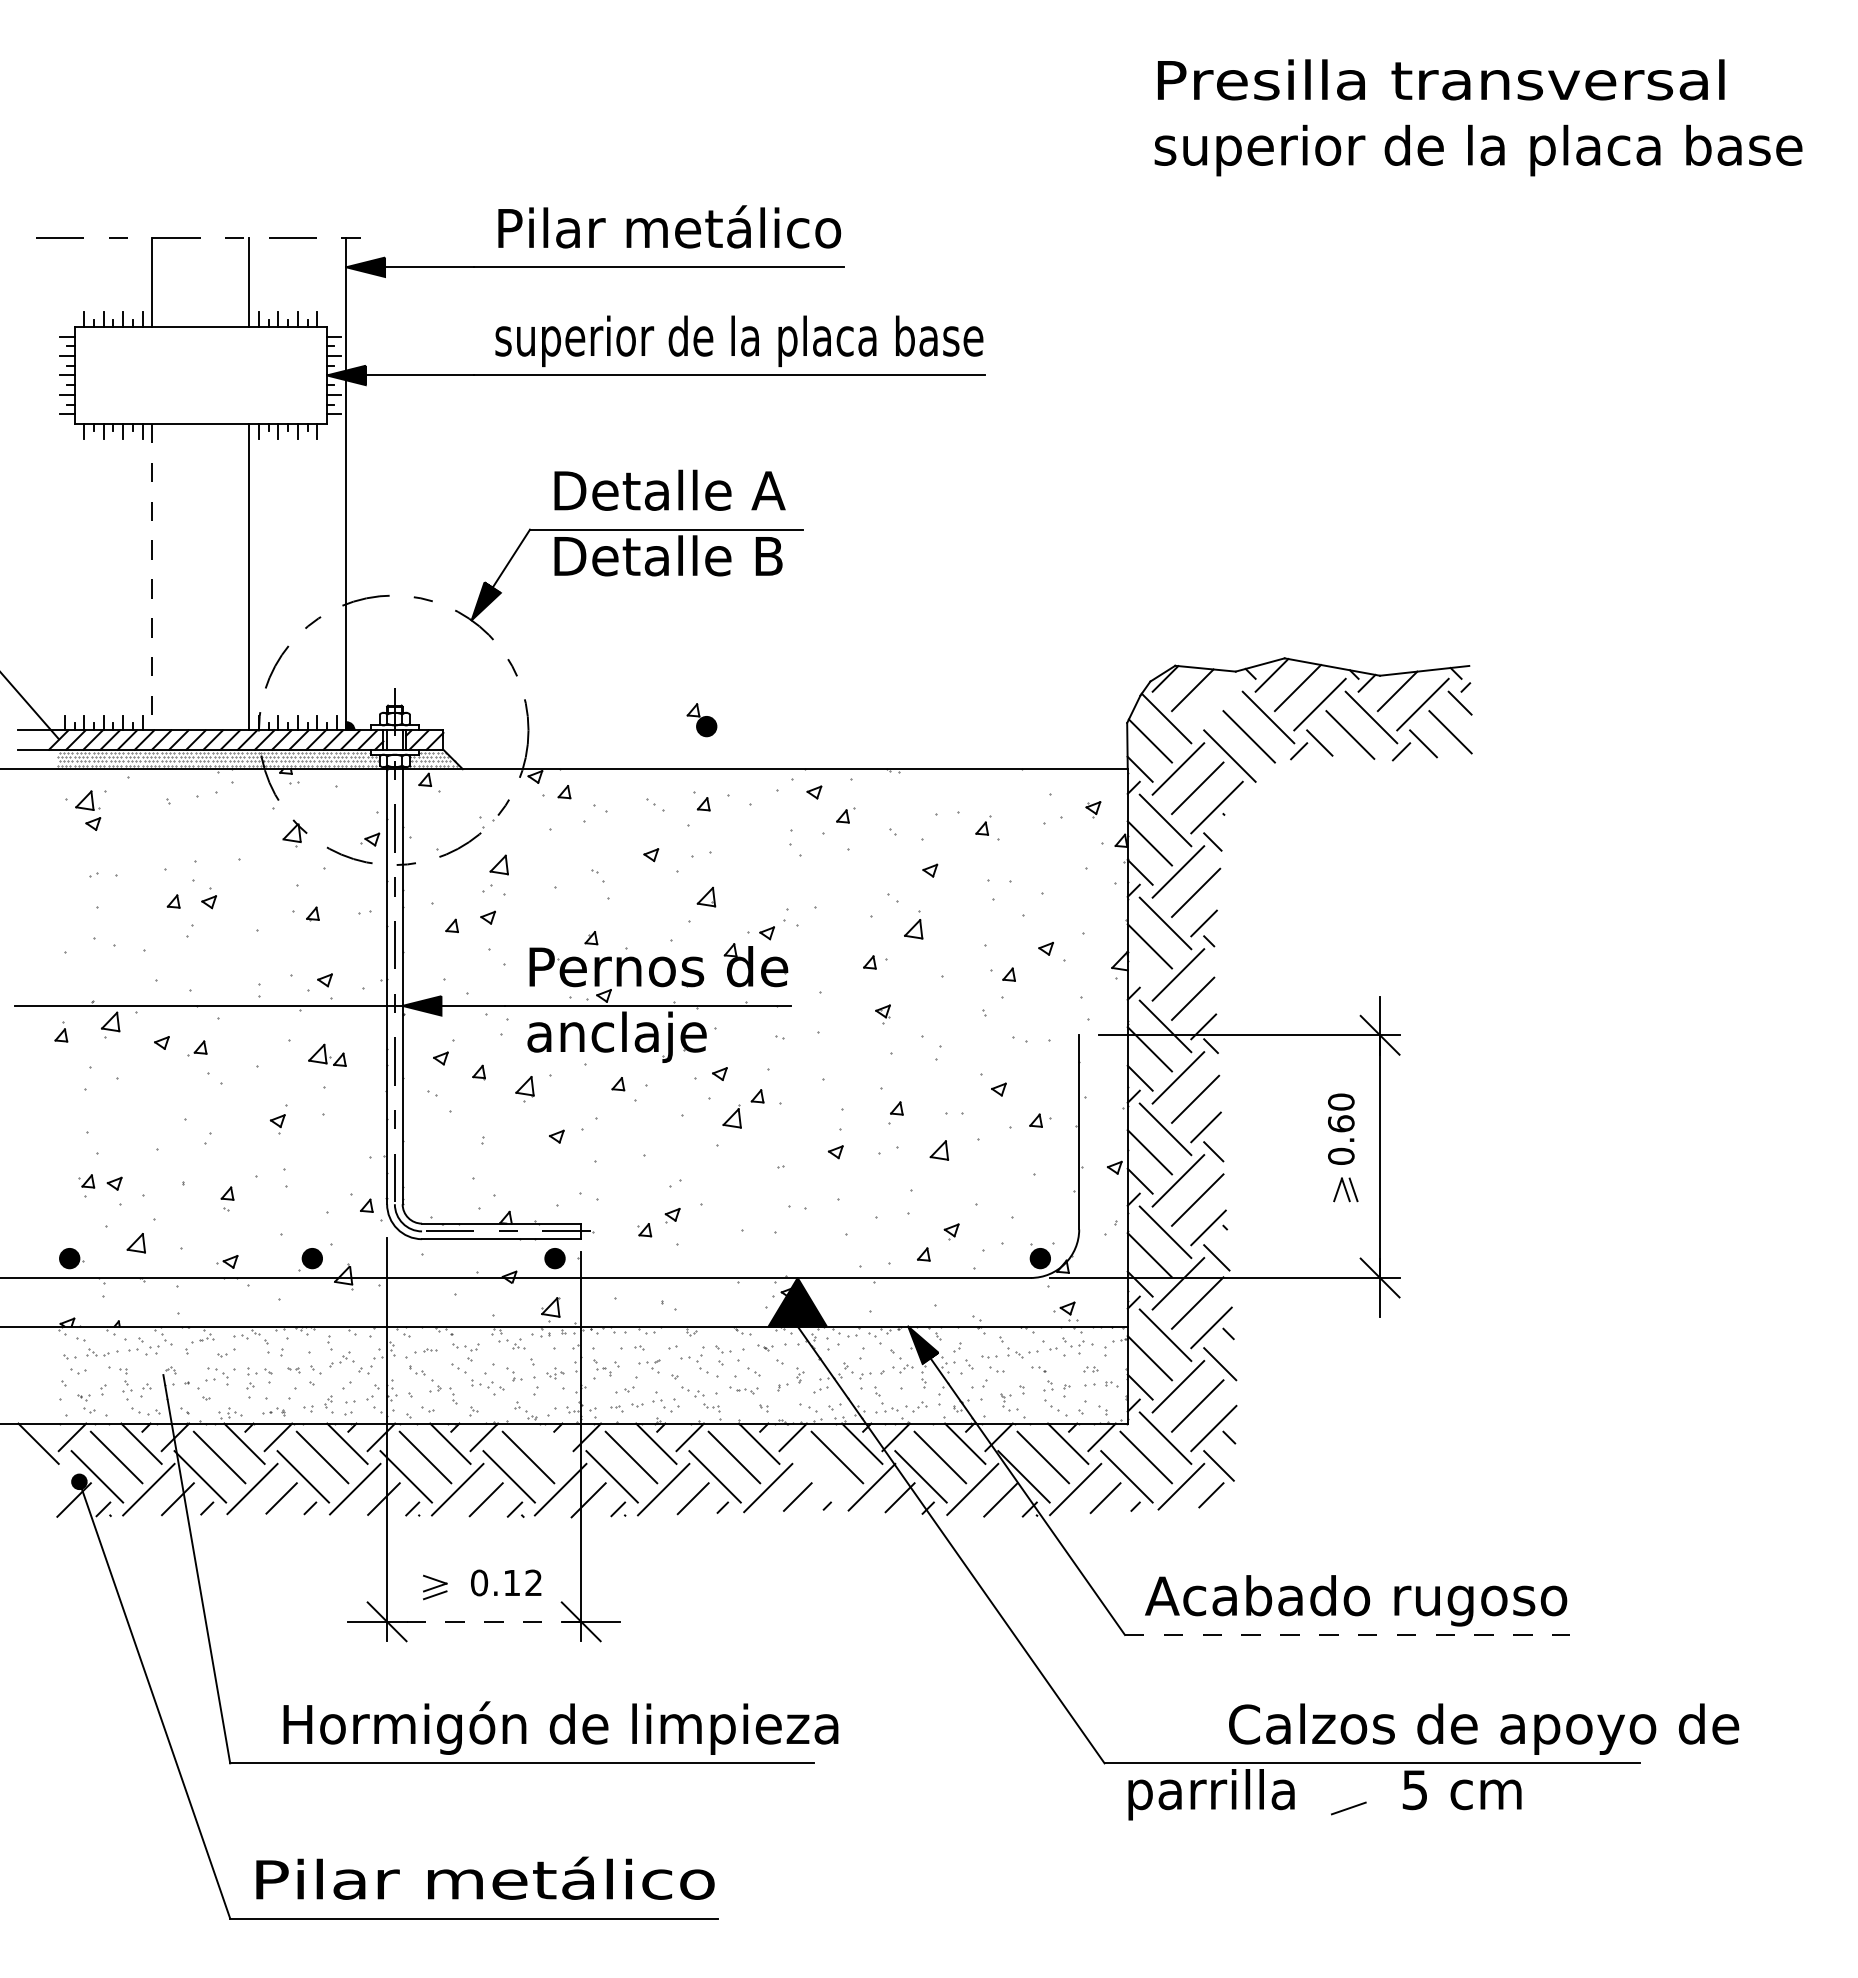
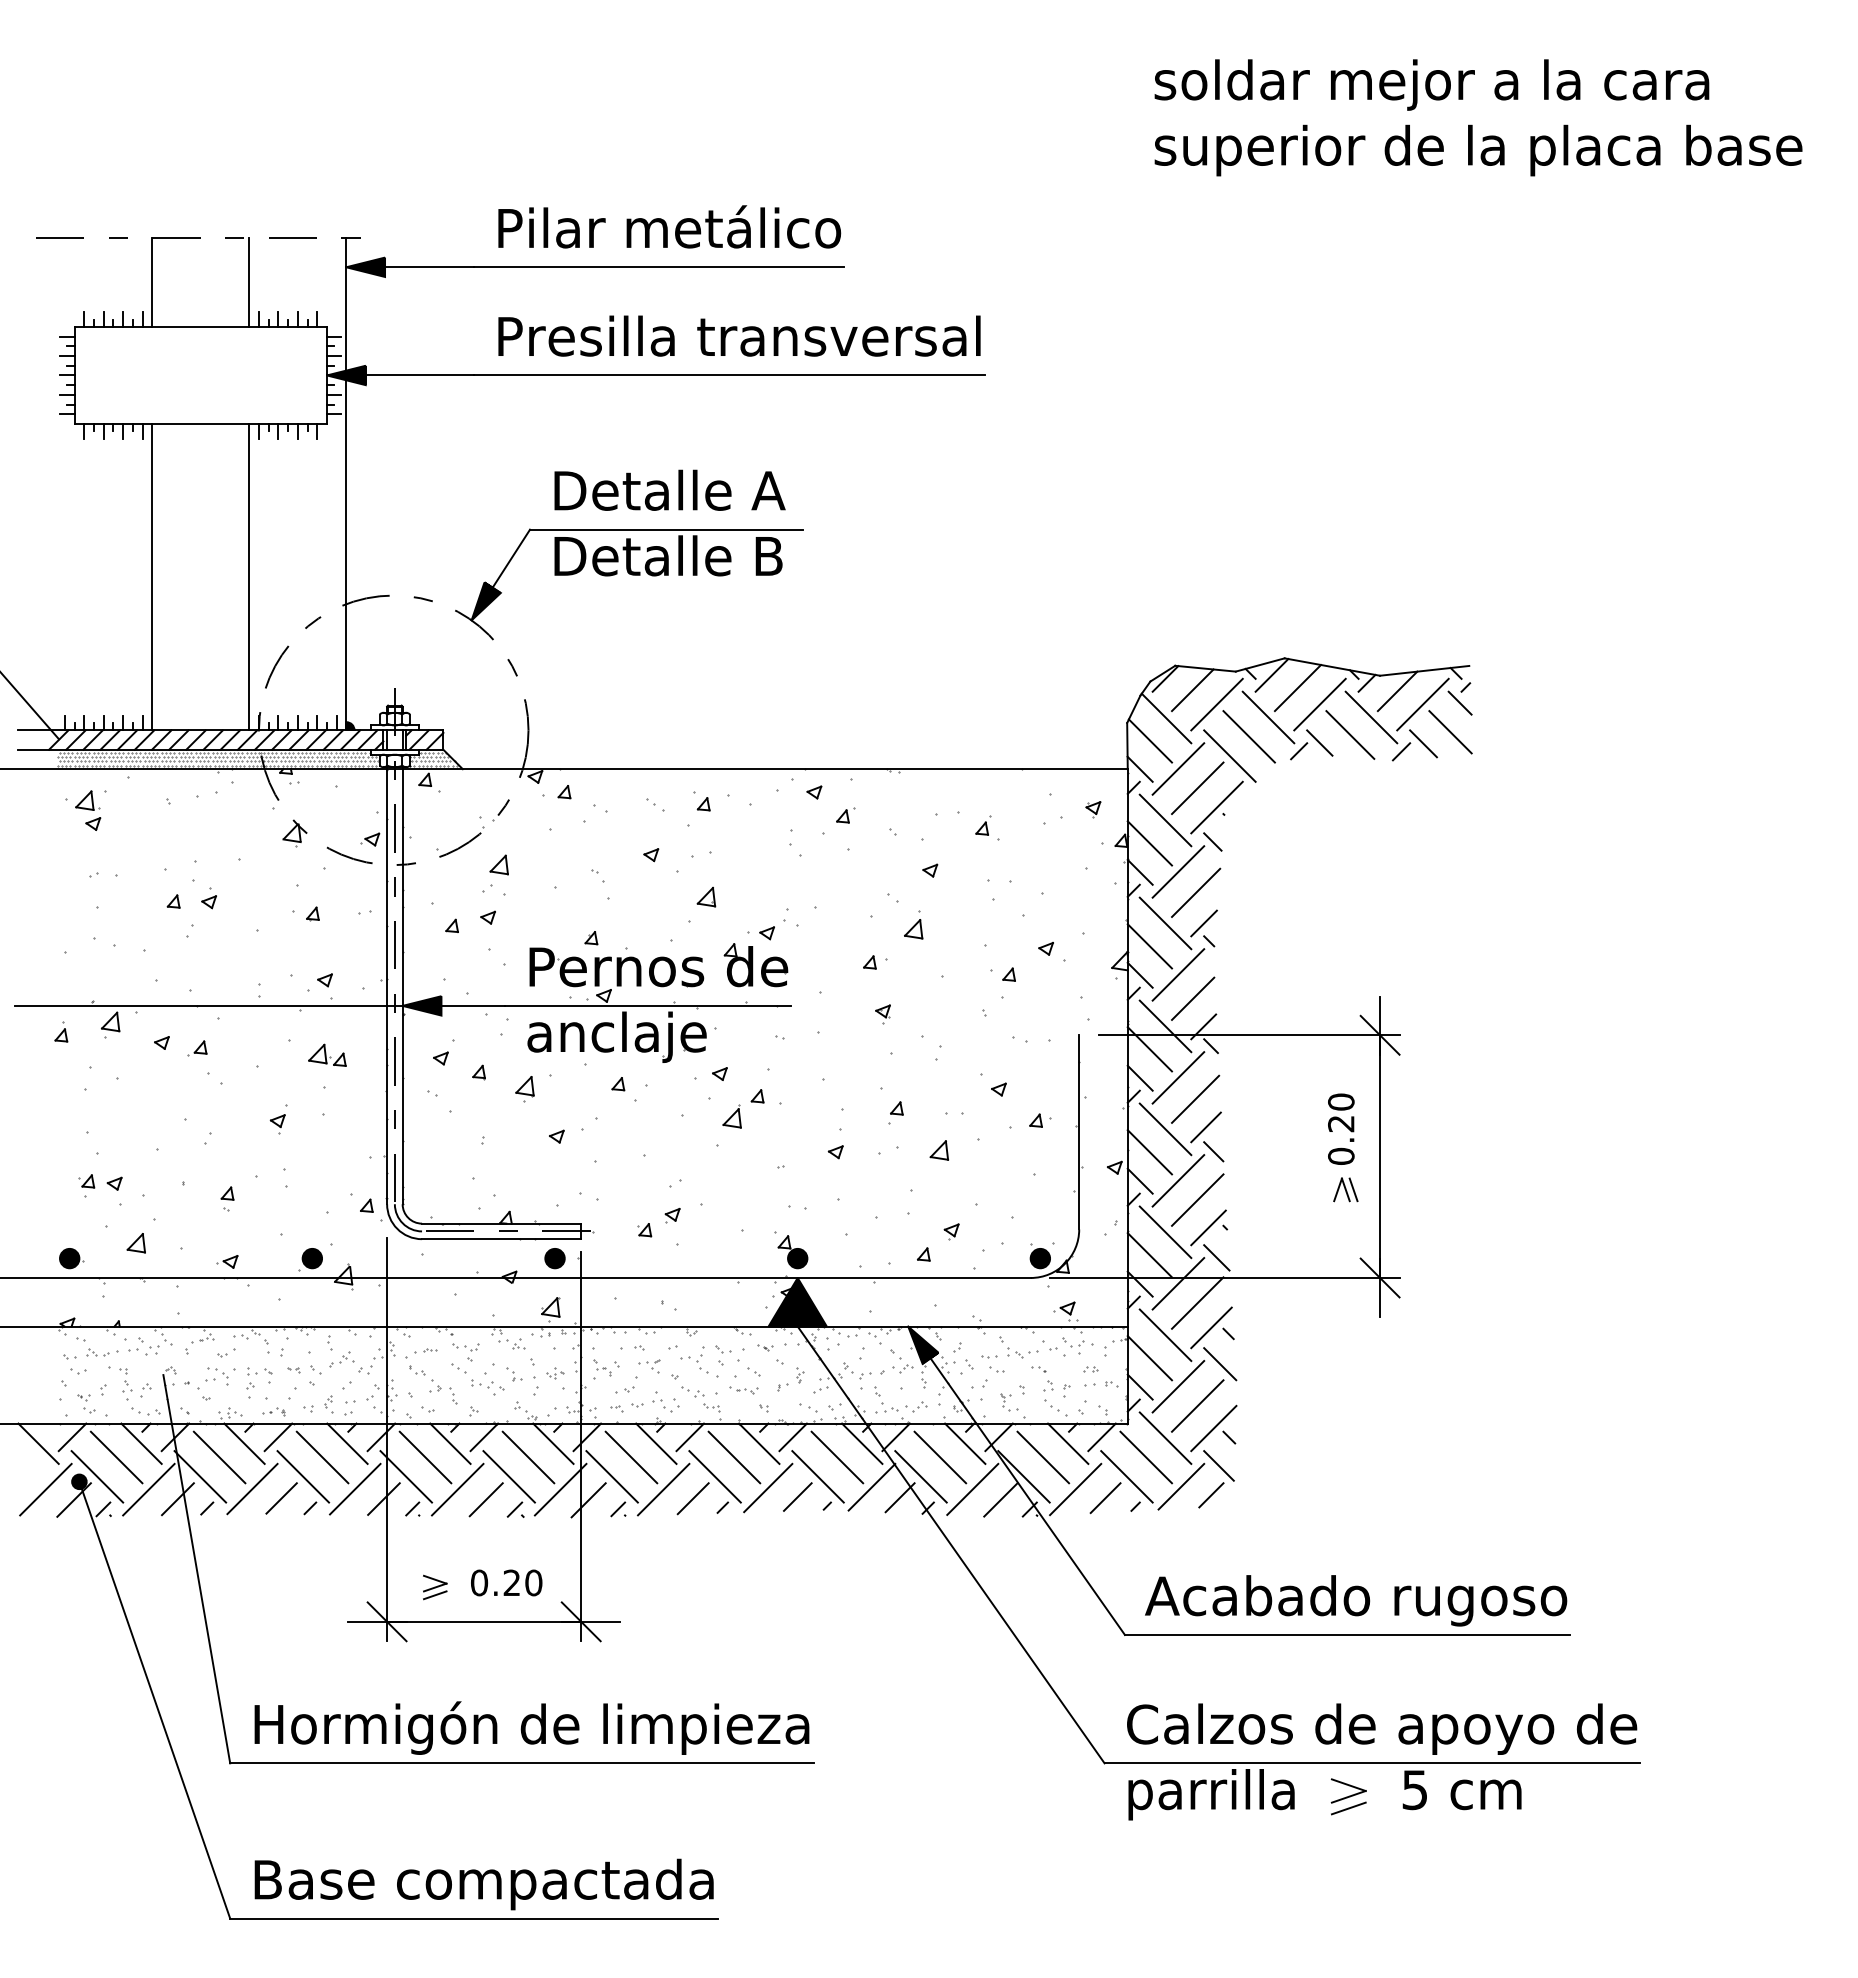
text at (1439, 84): Presilla transversal -> soldar mejor a la cara
text at (739, 341): superior de la placa base -> Presilla transversal
line at (152, 577): dashed -> solid
line at (1216, 704): none -> present
part at (701, 720) position: (701, 720) -> (792, 1252)
line at (1139, 974): none -> present
text at (1341, 1123): 0.60 -> 0.20
line at (553, 1443): none -> present
line at (817, 1476): none -> present
line at (45, 1489): none -> present
text at (522, 1582): 0.12 -> 0.20
line at (483, 1621): dashed -> solid
line at (1347, 1634): dashed -> solid
text at (560, 1727) position: (560, 1727) -> (531, 1727)
text at (1484, 1728) position: (1484, 1728) -> (1382, 1728)
part at (1348, 1790): none -> present
text at (484, 1883): Pilar metálico -> Base compactada
